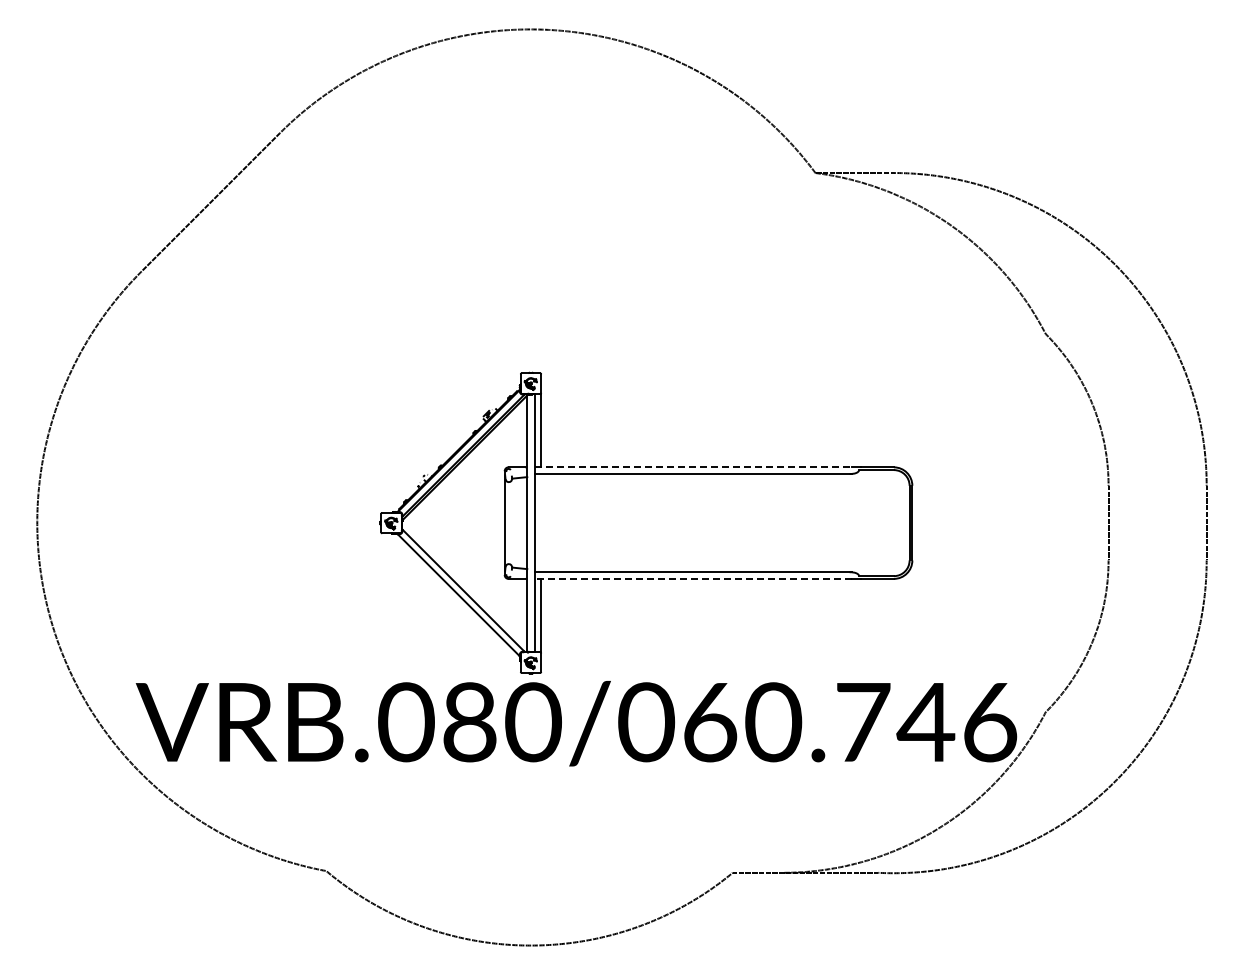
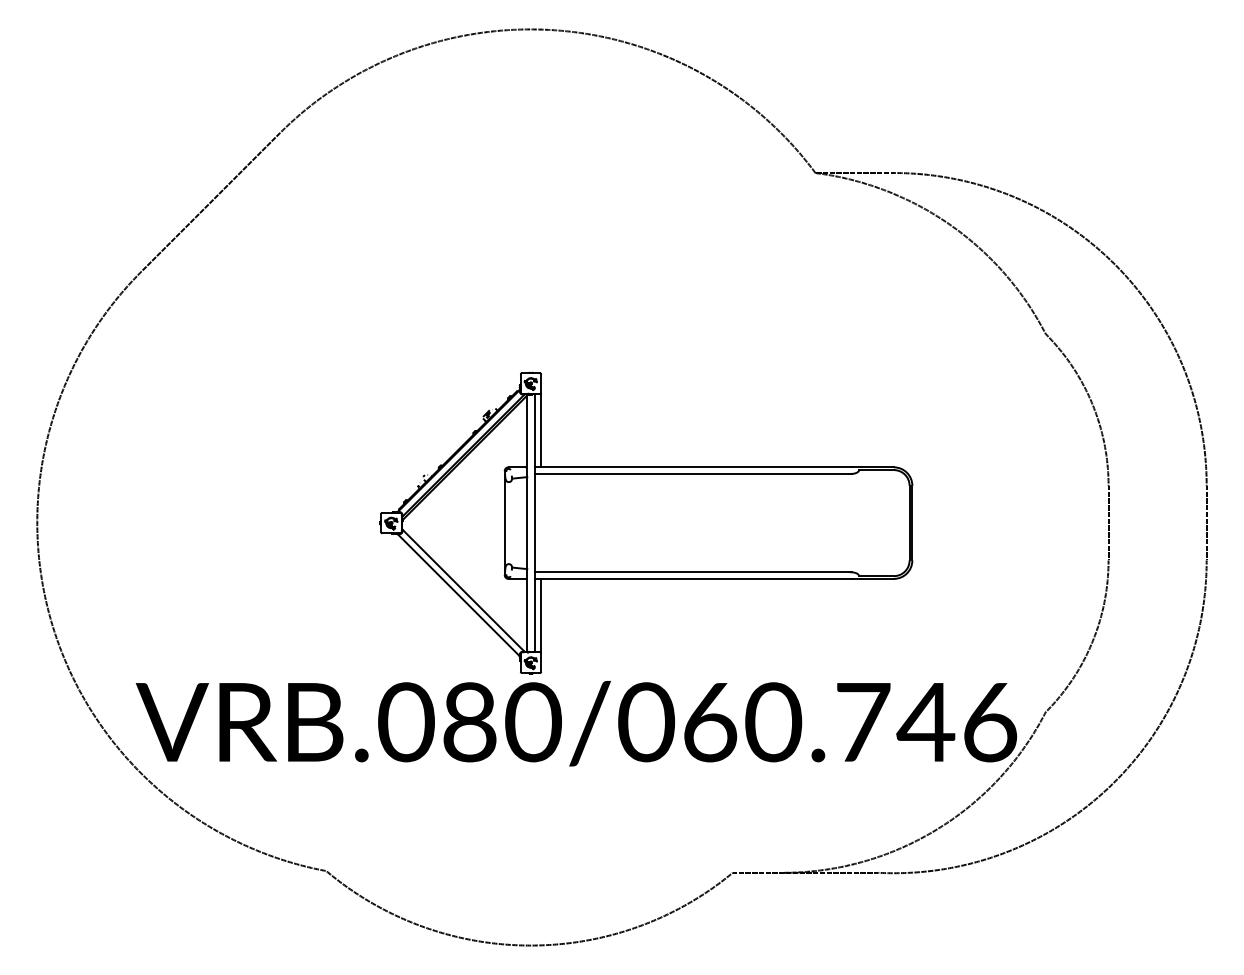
line at (694, 467): dashed -> solid
line at (693, 578): dashed -> solid
